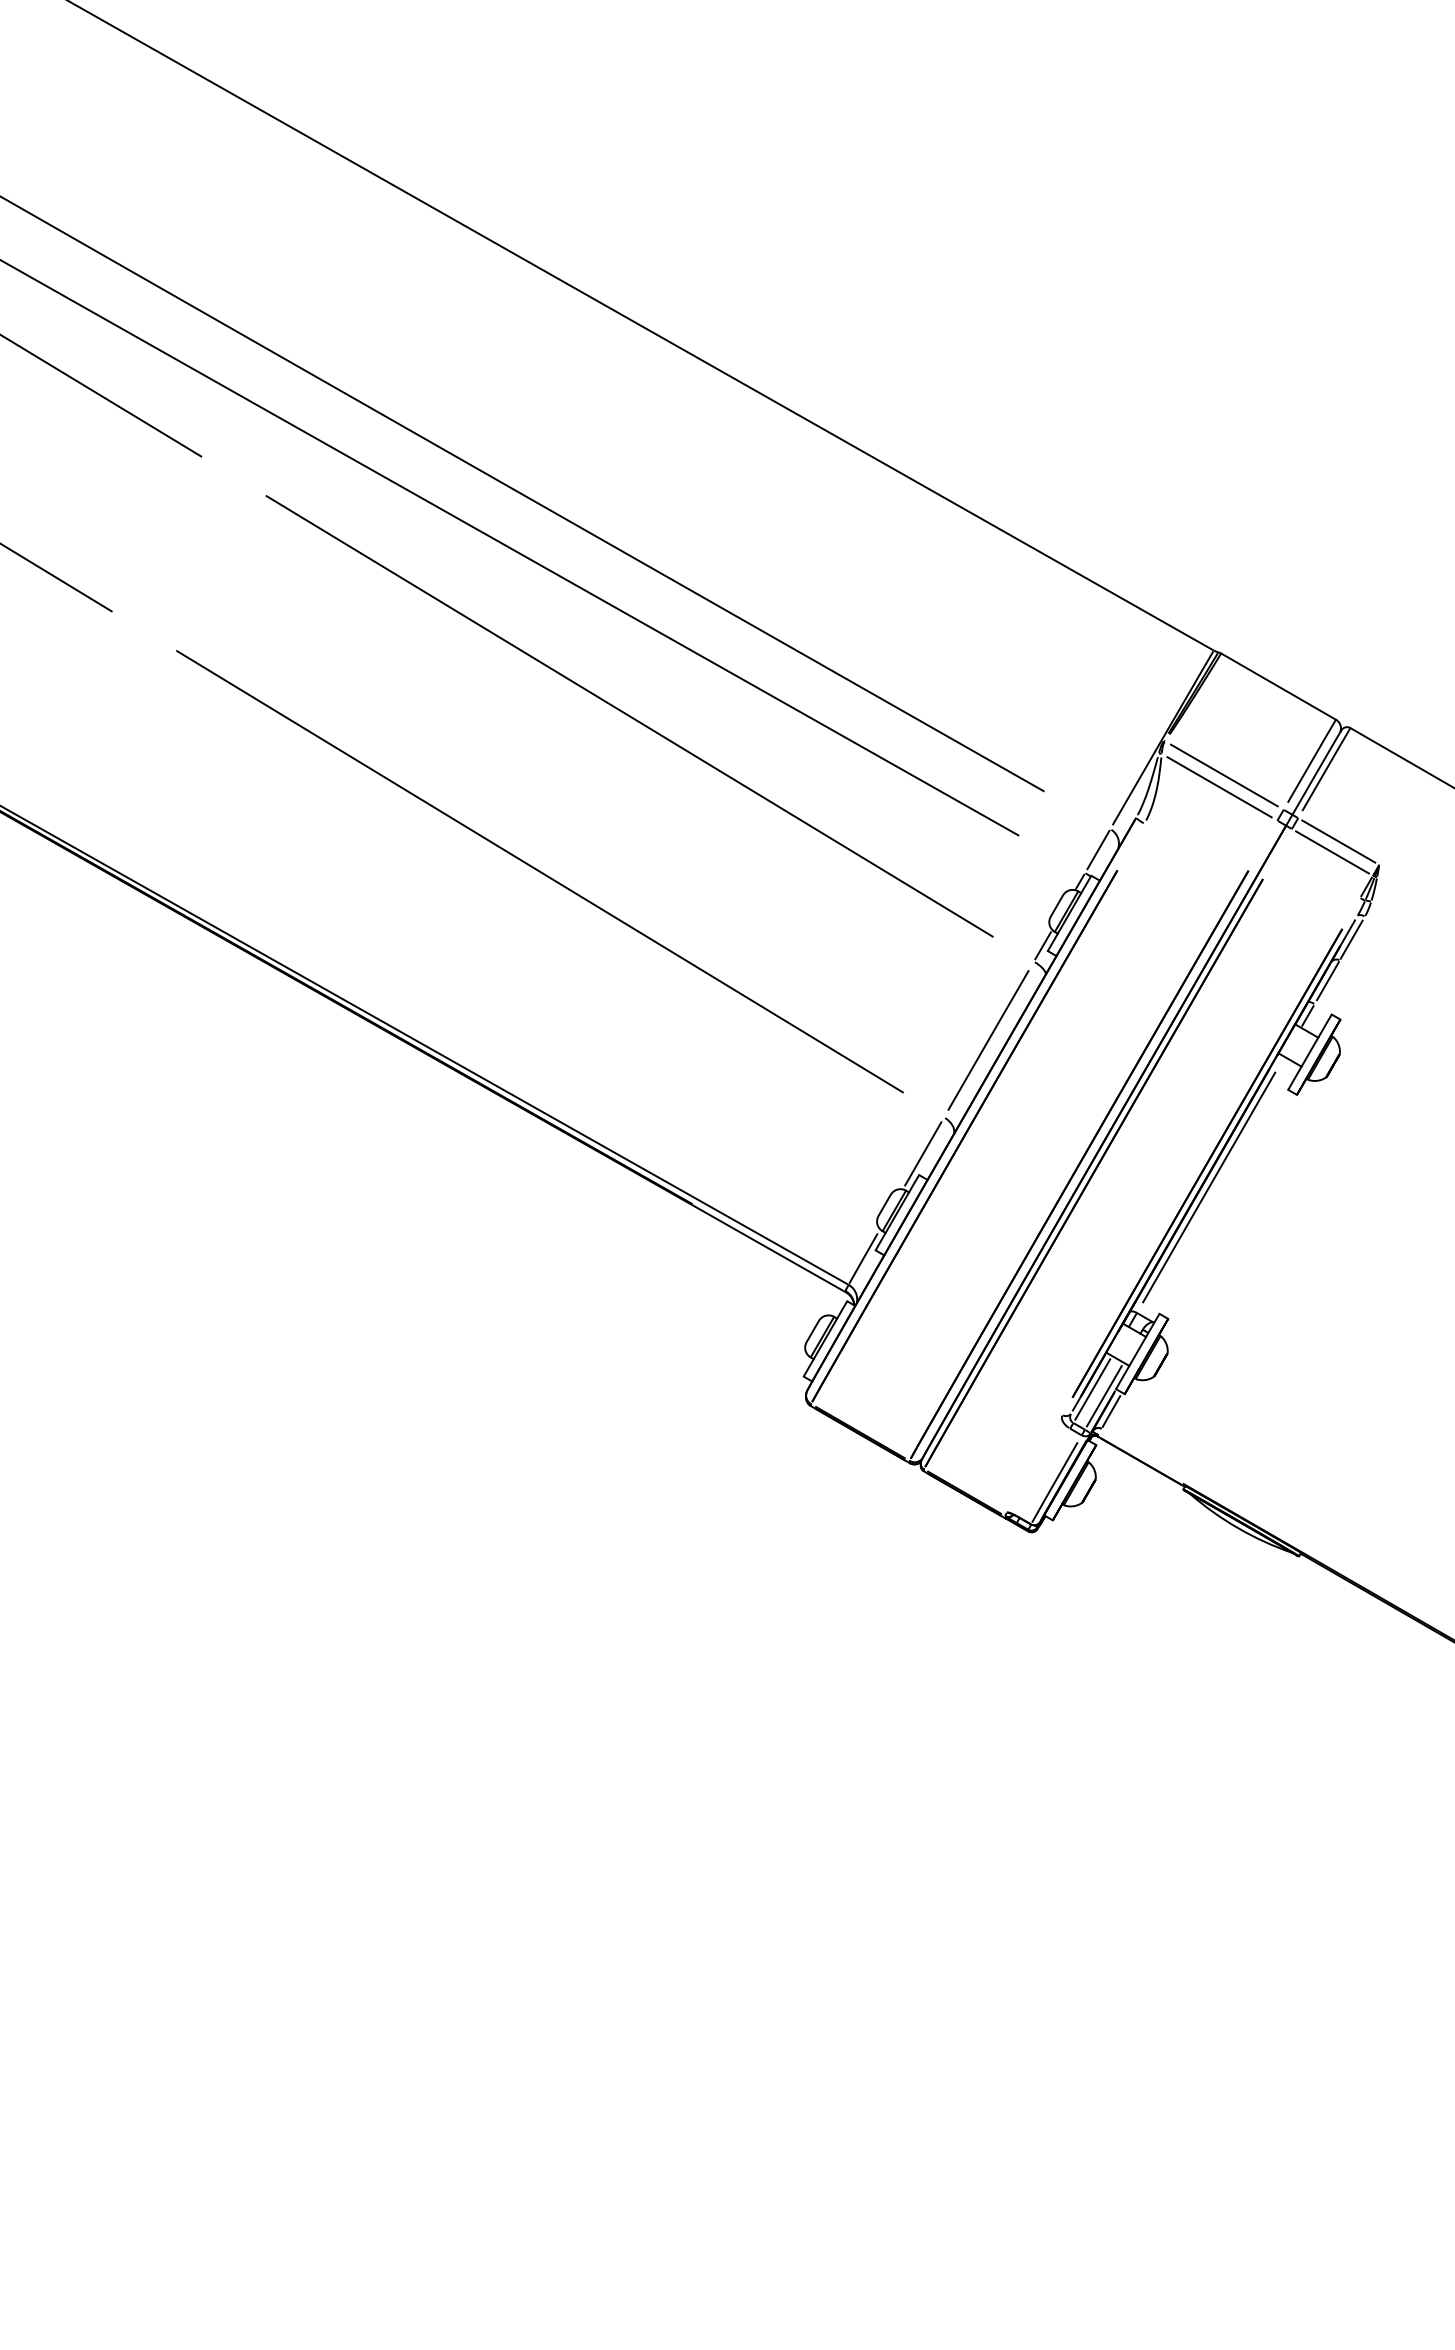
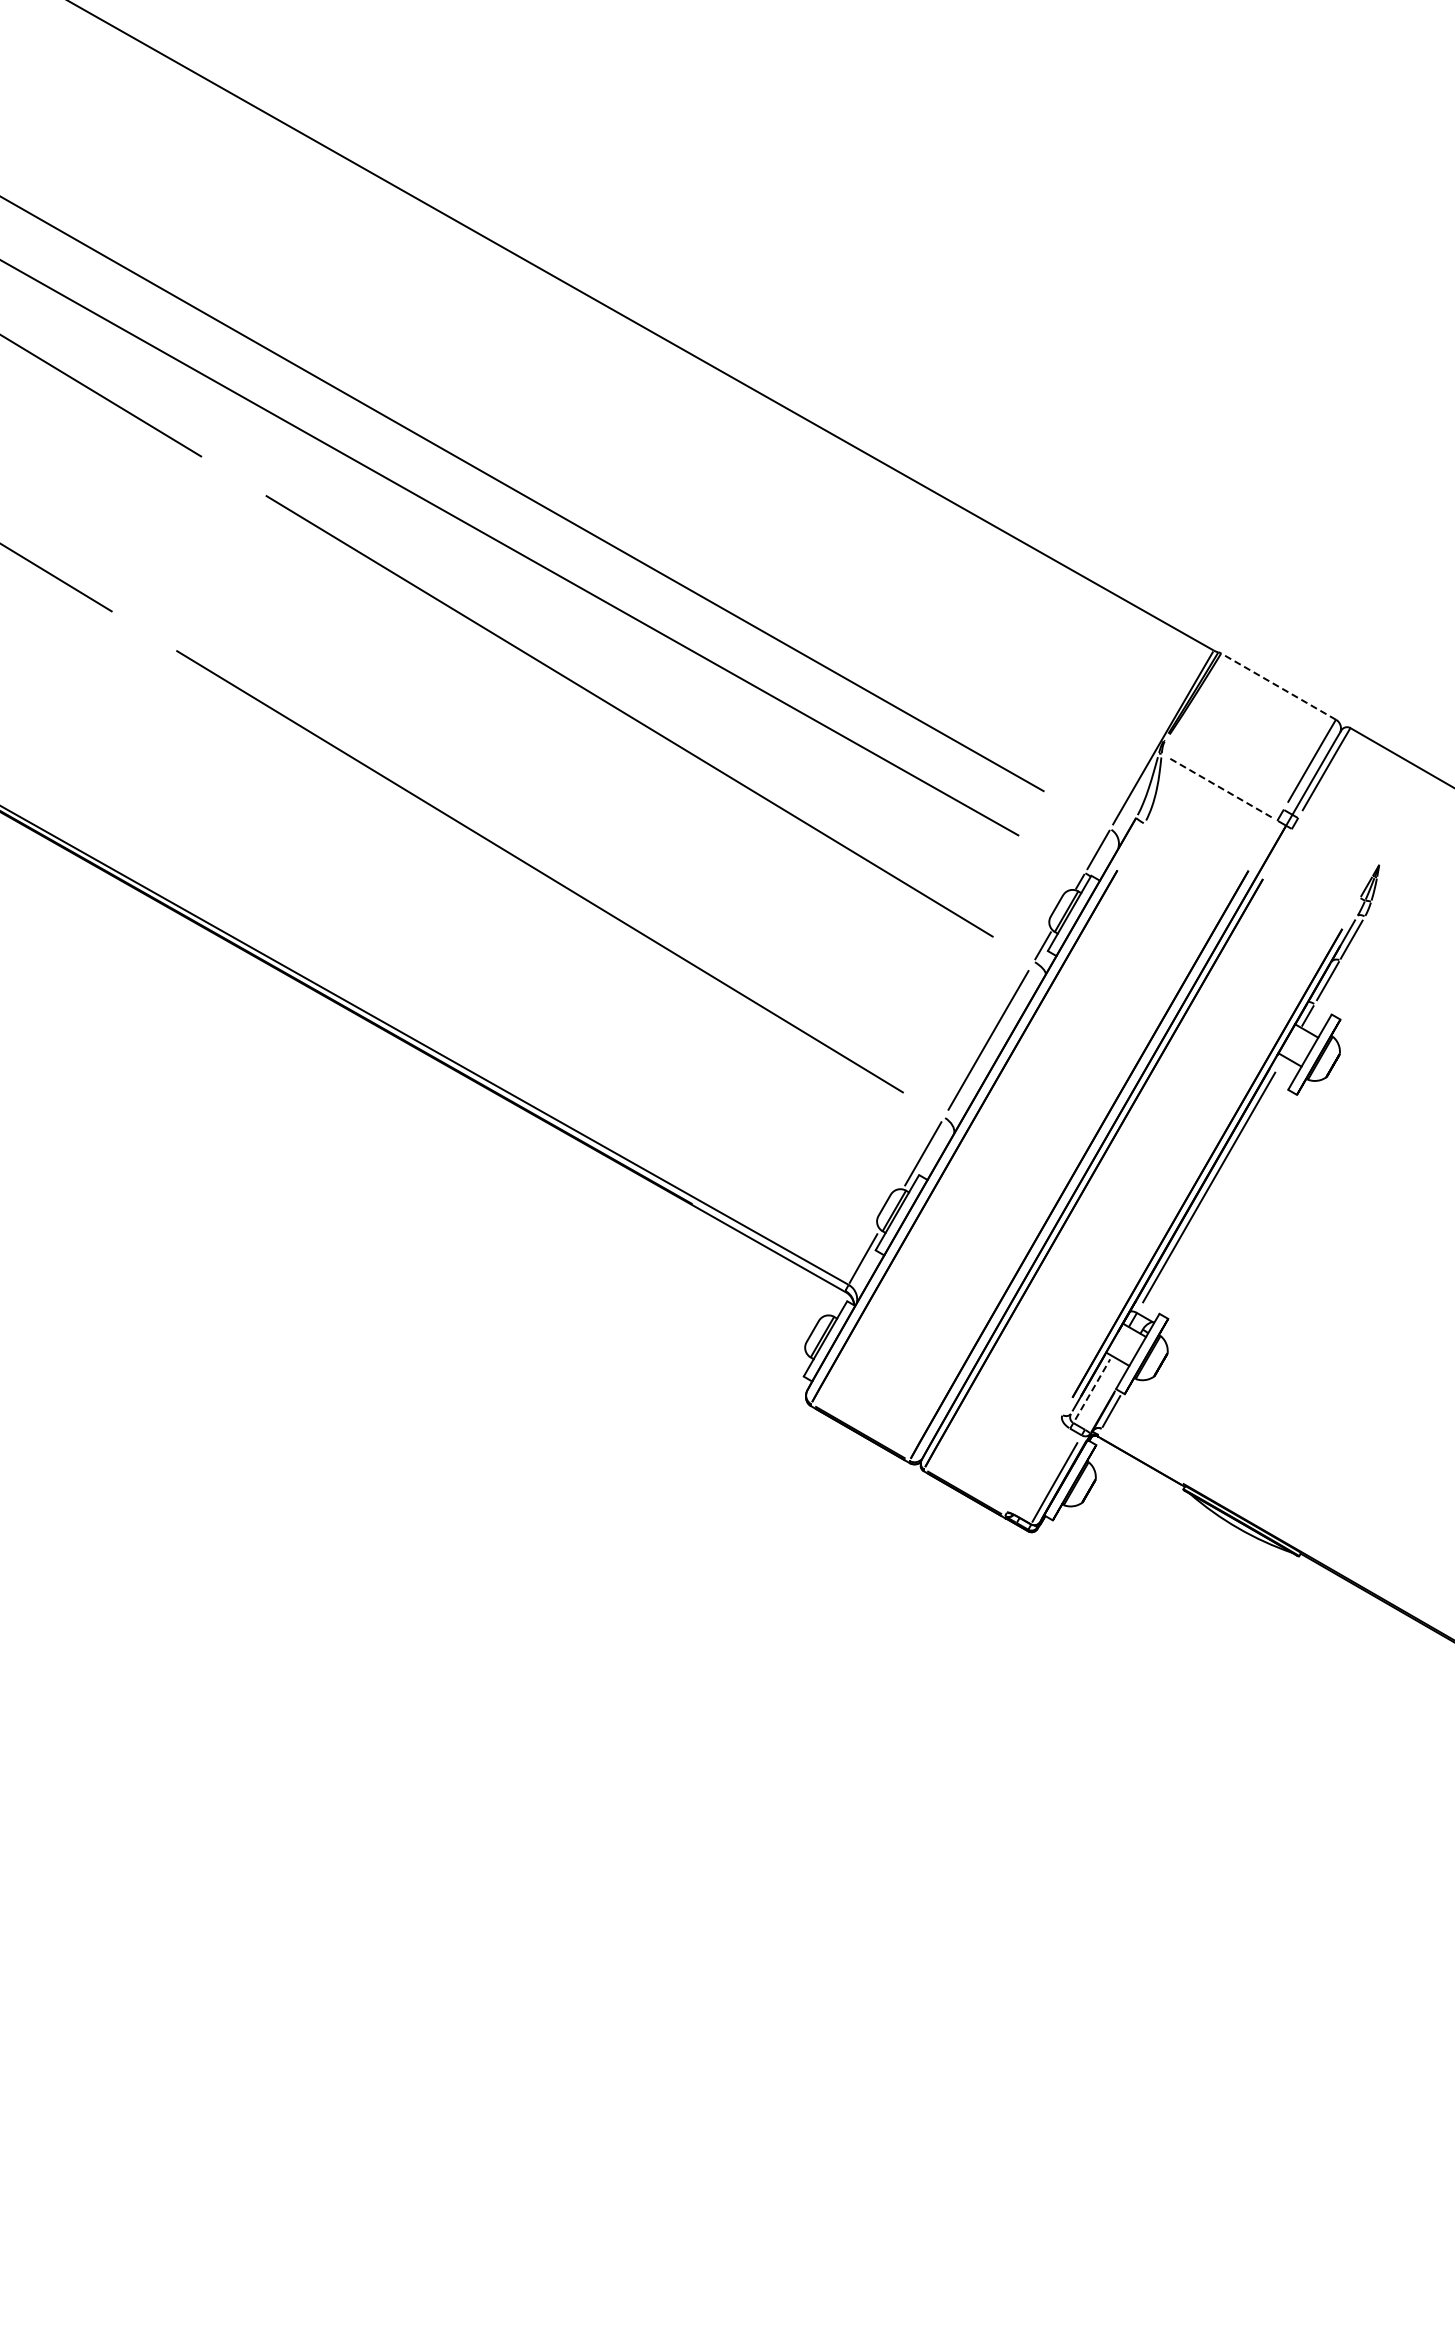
line at (1278, 686): solid -> dashed
line at (1223, 775): present -> none
line at (1219, 787): solid -> dashed
line at (1338, 841): present -> none
line at (1332, 852): present -> none
line at (1092, 1389): solid -> dashed
line at (1103, 1396): present -> none
